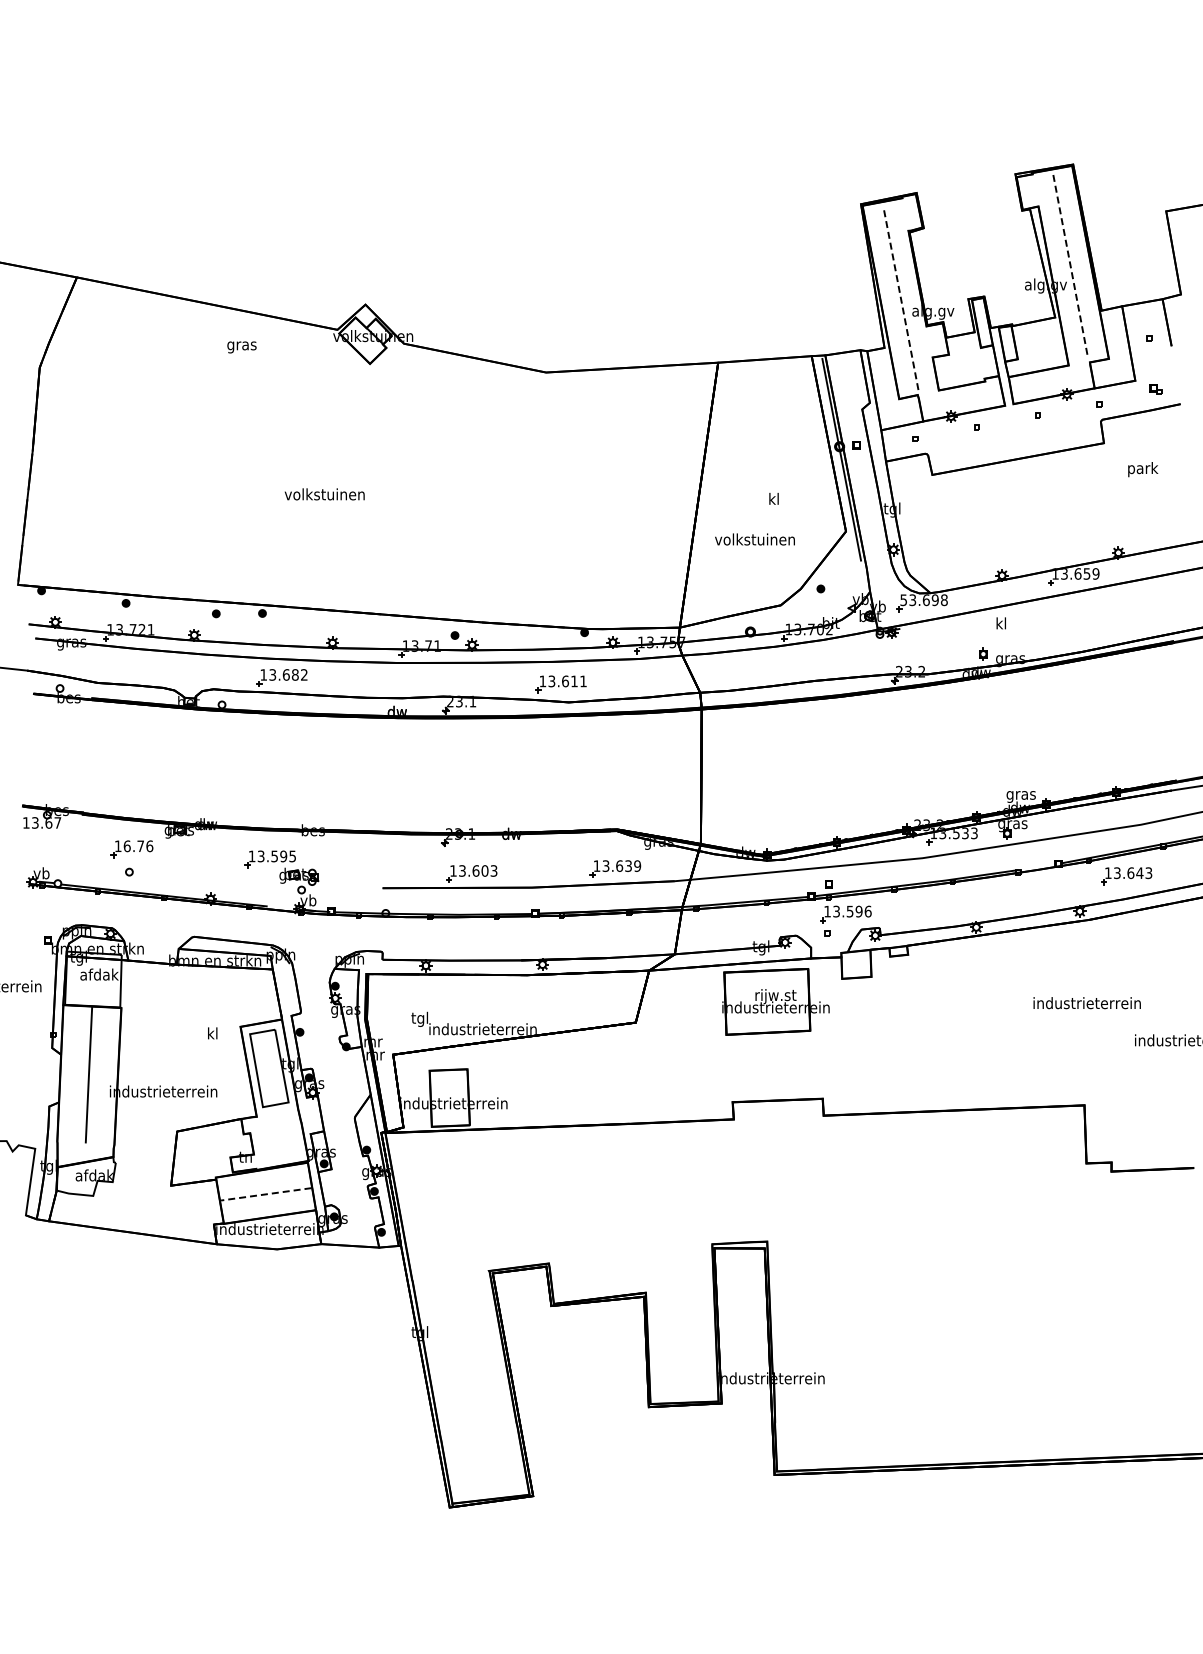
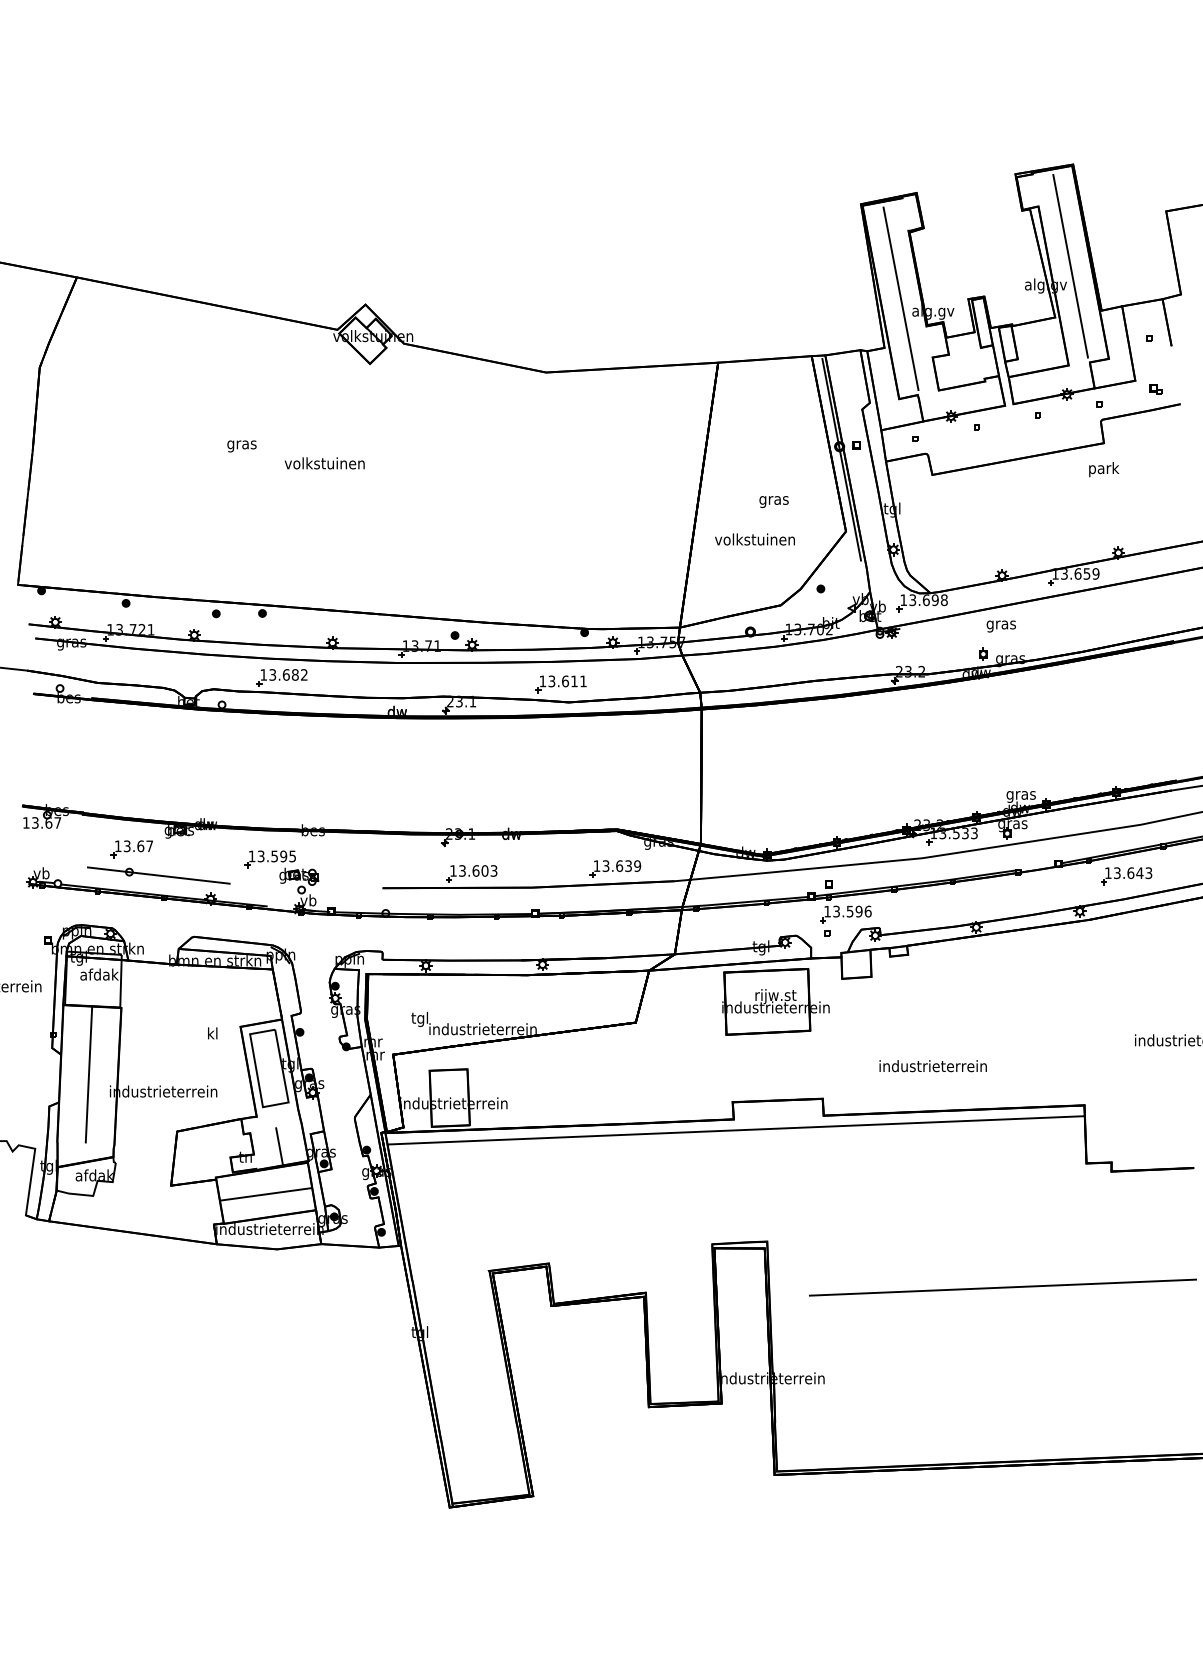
line at (1070, 266): dashed -> solid
line at (901, 298): dashed -> solid
text at (241, 347) position: (241, 347) -> (241, 446)
text at (1143, 469) position: (1143, 469) -> (1104, 469)
text at (324, 494) position: (324, 494) -> (324, 463)
text at (773, 500): kl -> gras
text at (903, 600): 53.698 -> 13.698
text at (1000, 624): kl -> gras
text at (138, 846): 16.76 -> 13.67
line at (158, 875): none -> present
text at (1086, 1003) position: (1086, 1003) -> (932, 1066)
line at (735, 1130): none -> present
line at (279, 1146): none -> present
line at (266, 1194): dashed -> solid
line at (1002, 1287): none -> present
